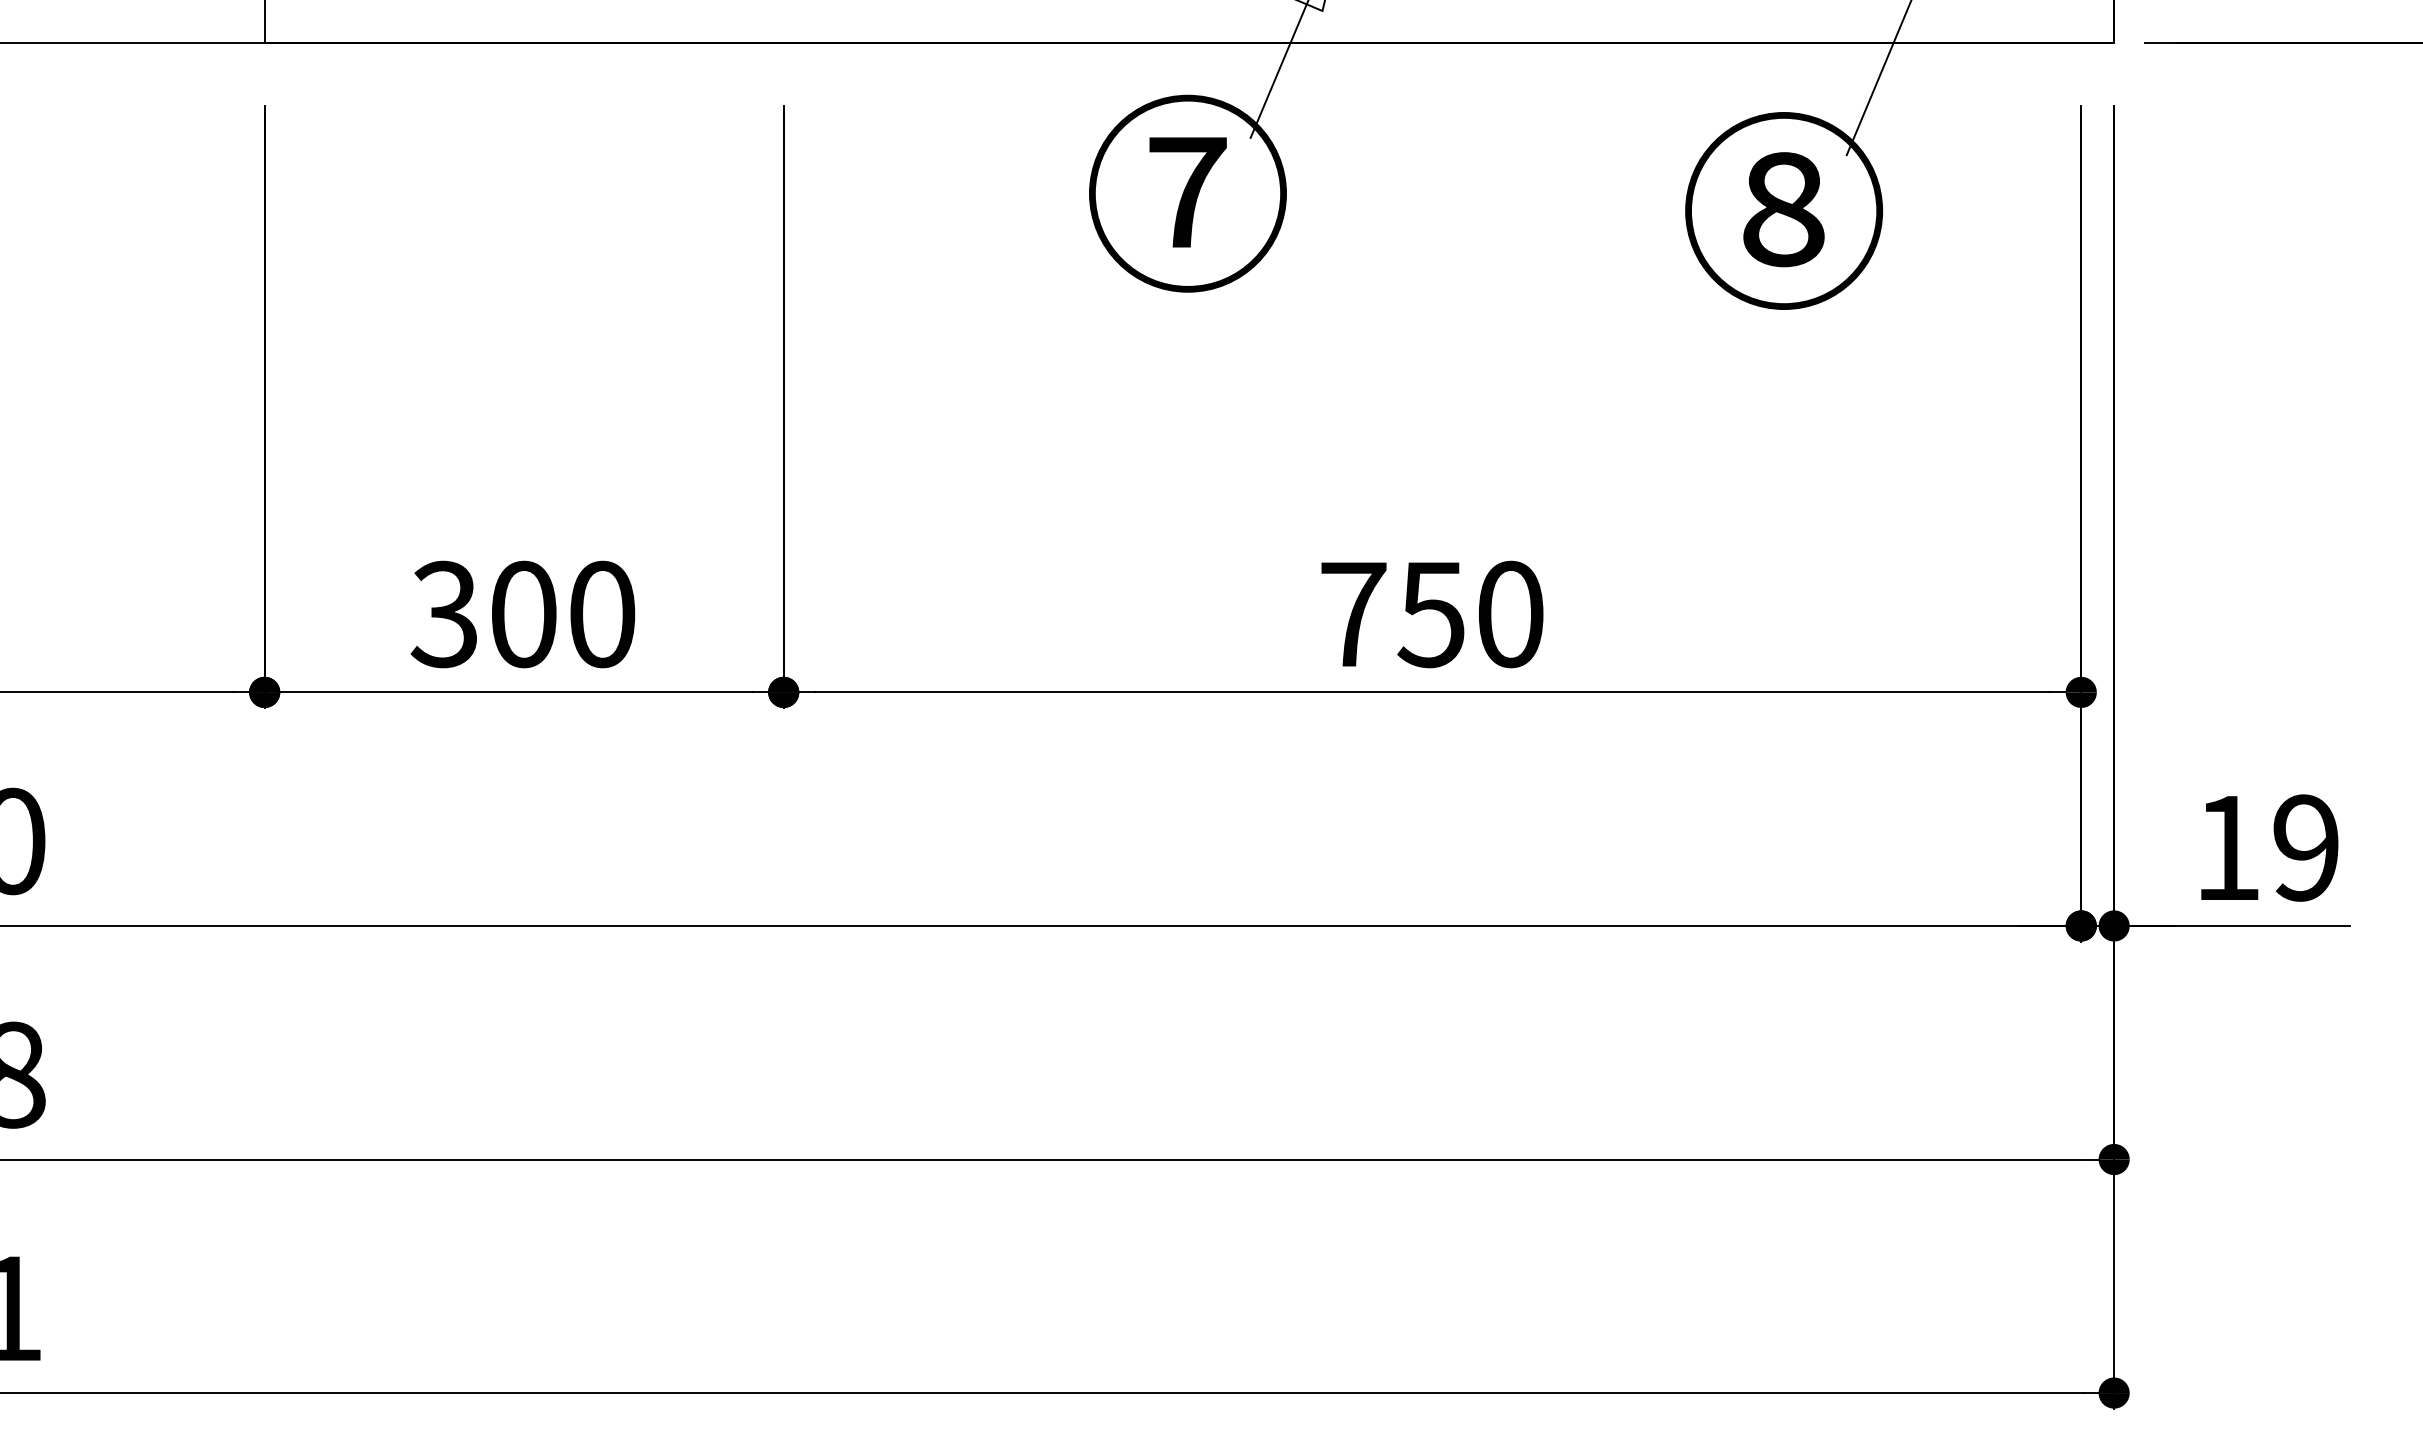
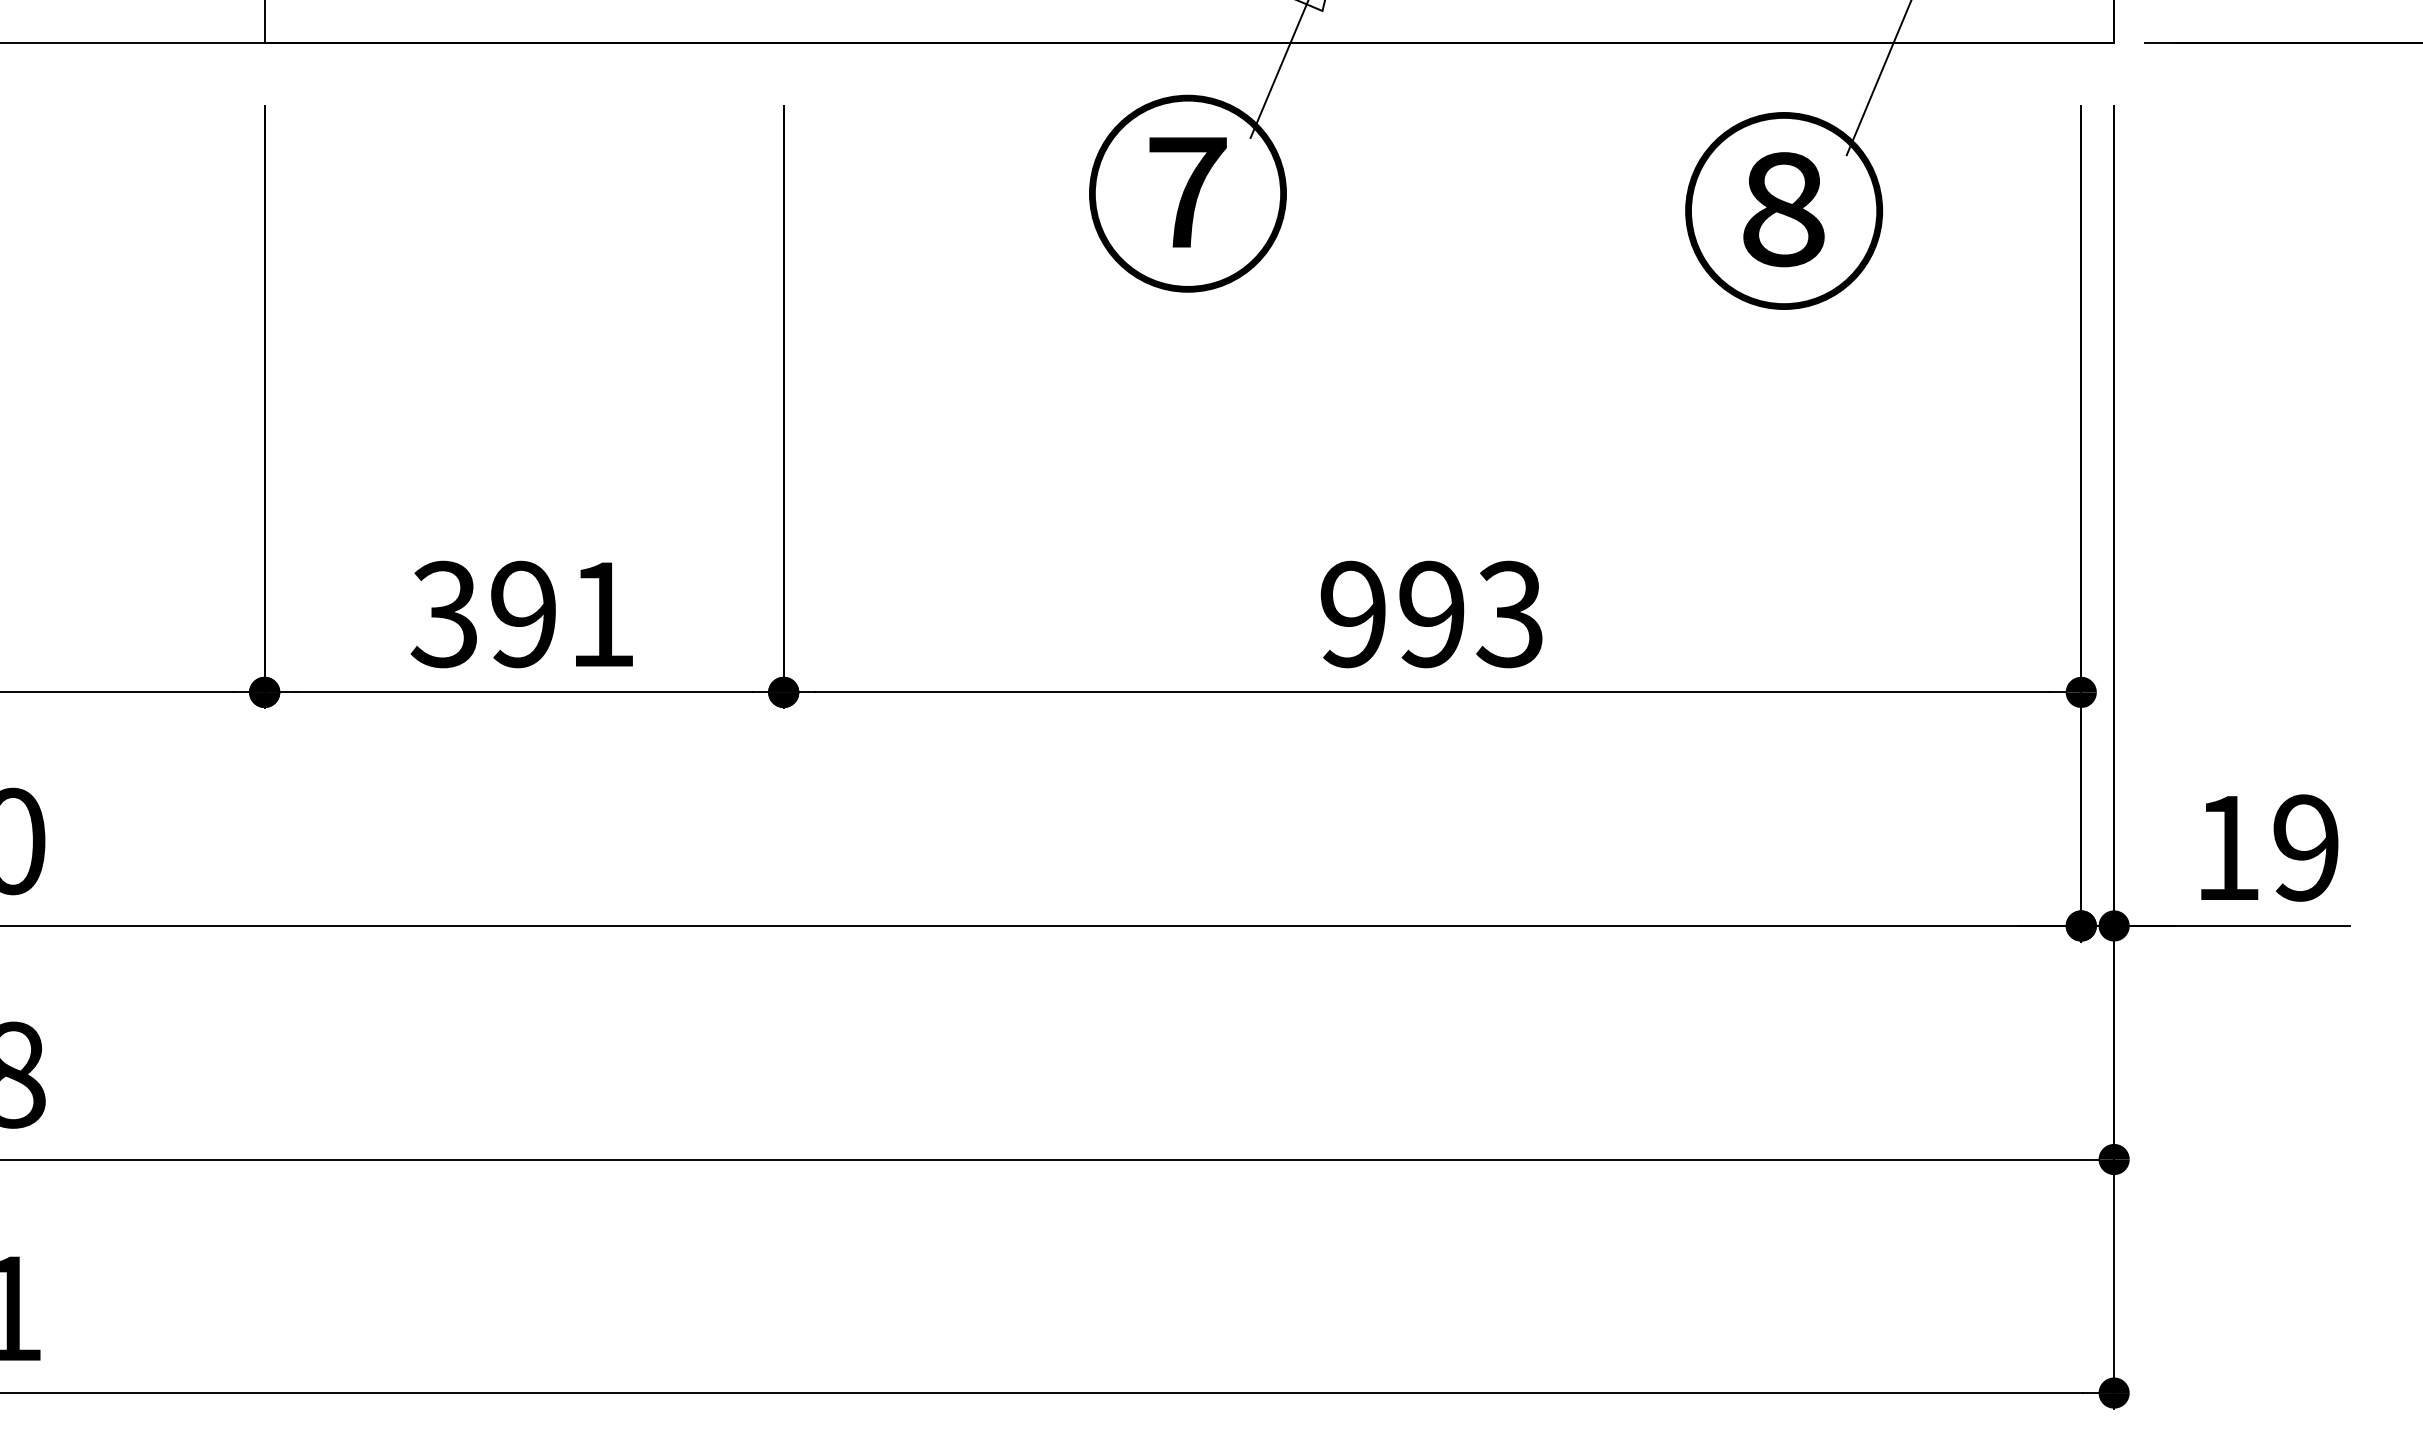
text at (563, 614): 300 -> 391
text at (1431, 614): 750 -> 993
